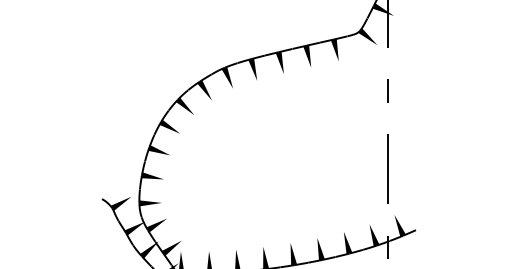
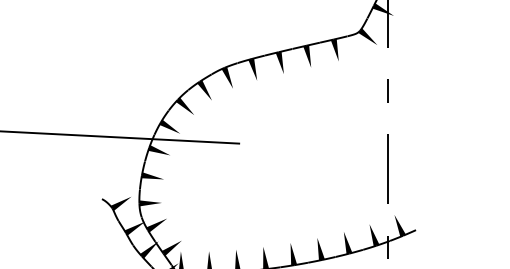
line at (120, 137): none -> present
